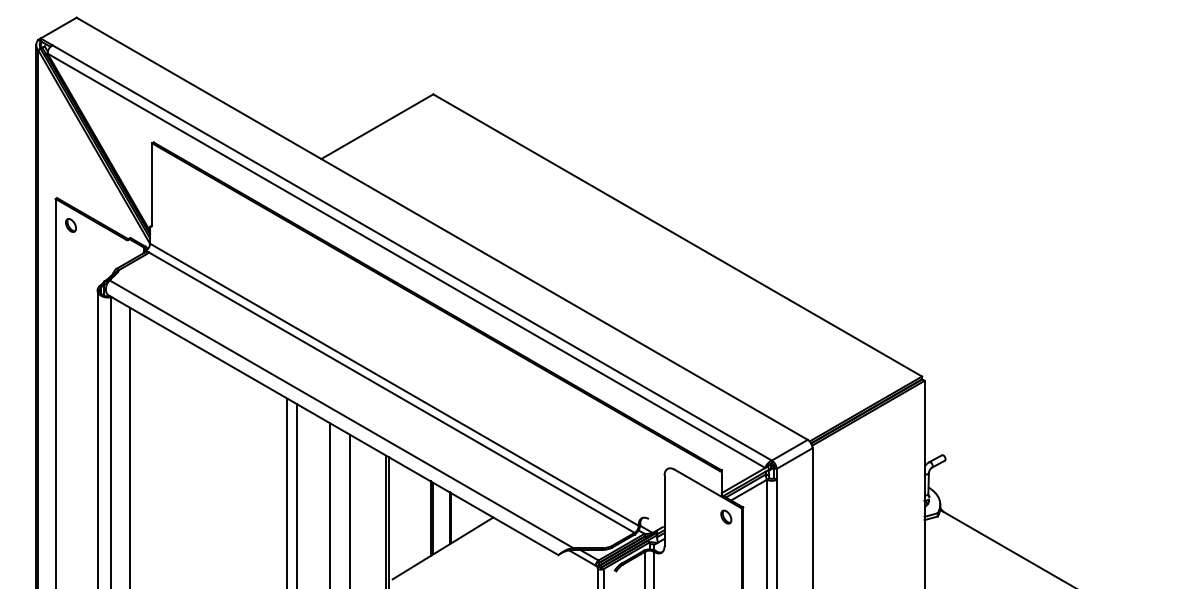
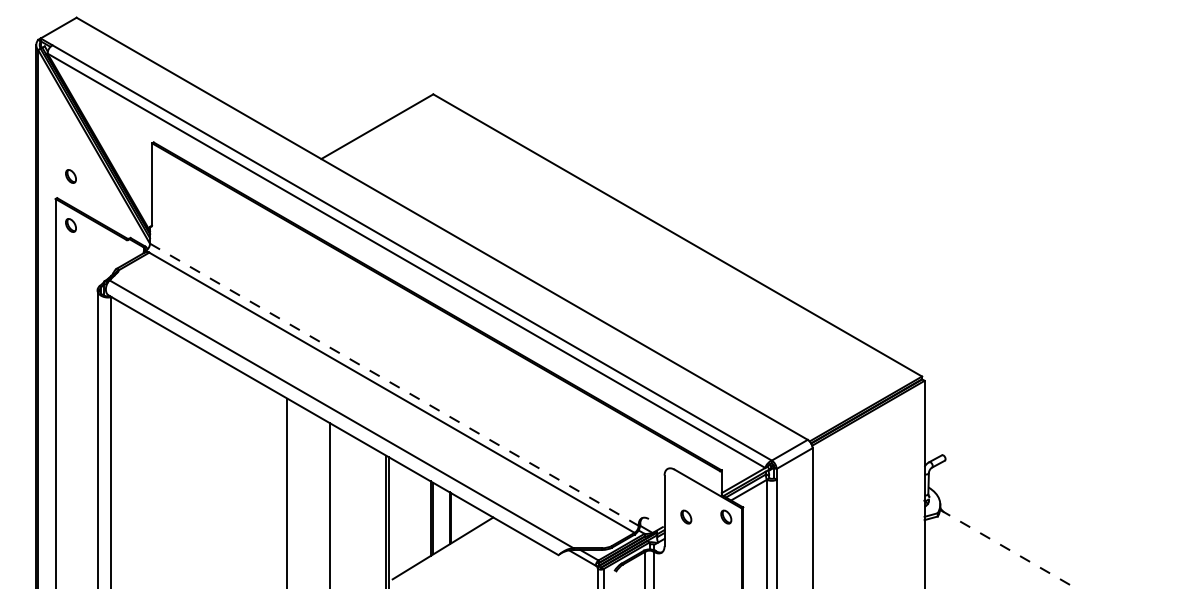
part at (70, 176): none -> present
line at (394, 385): solid -> dashed
line at (130, 446): present -> none
line at (297, 494): present -> none
line at (349, 509): present -> none
part at (686, 516): none -> present
line at (1008, 549): solid -> dashed
